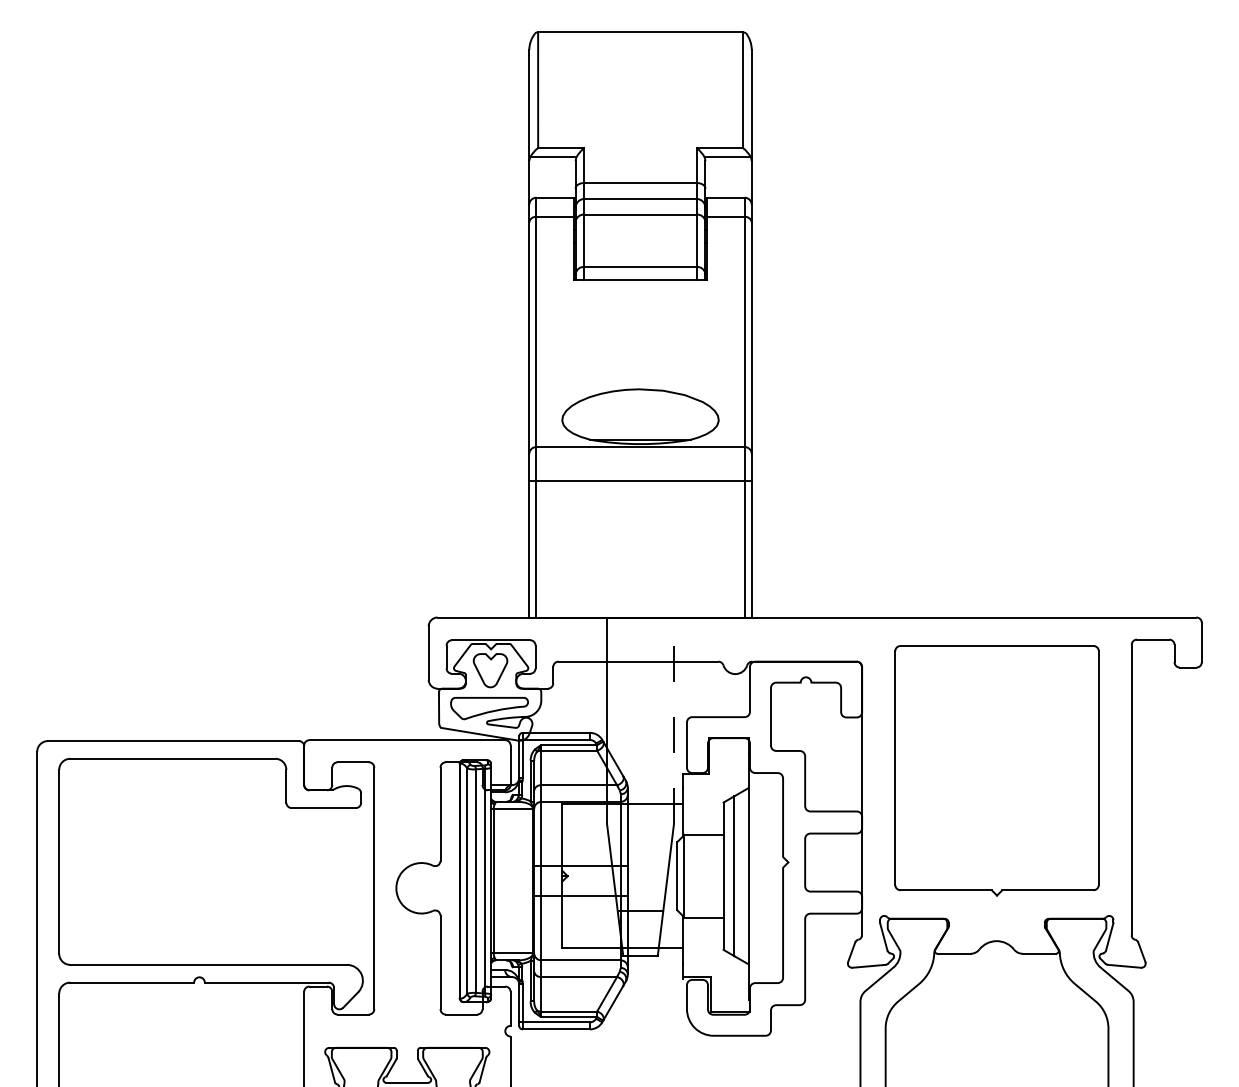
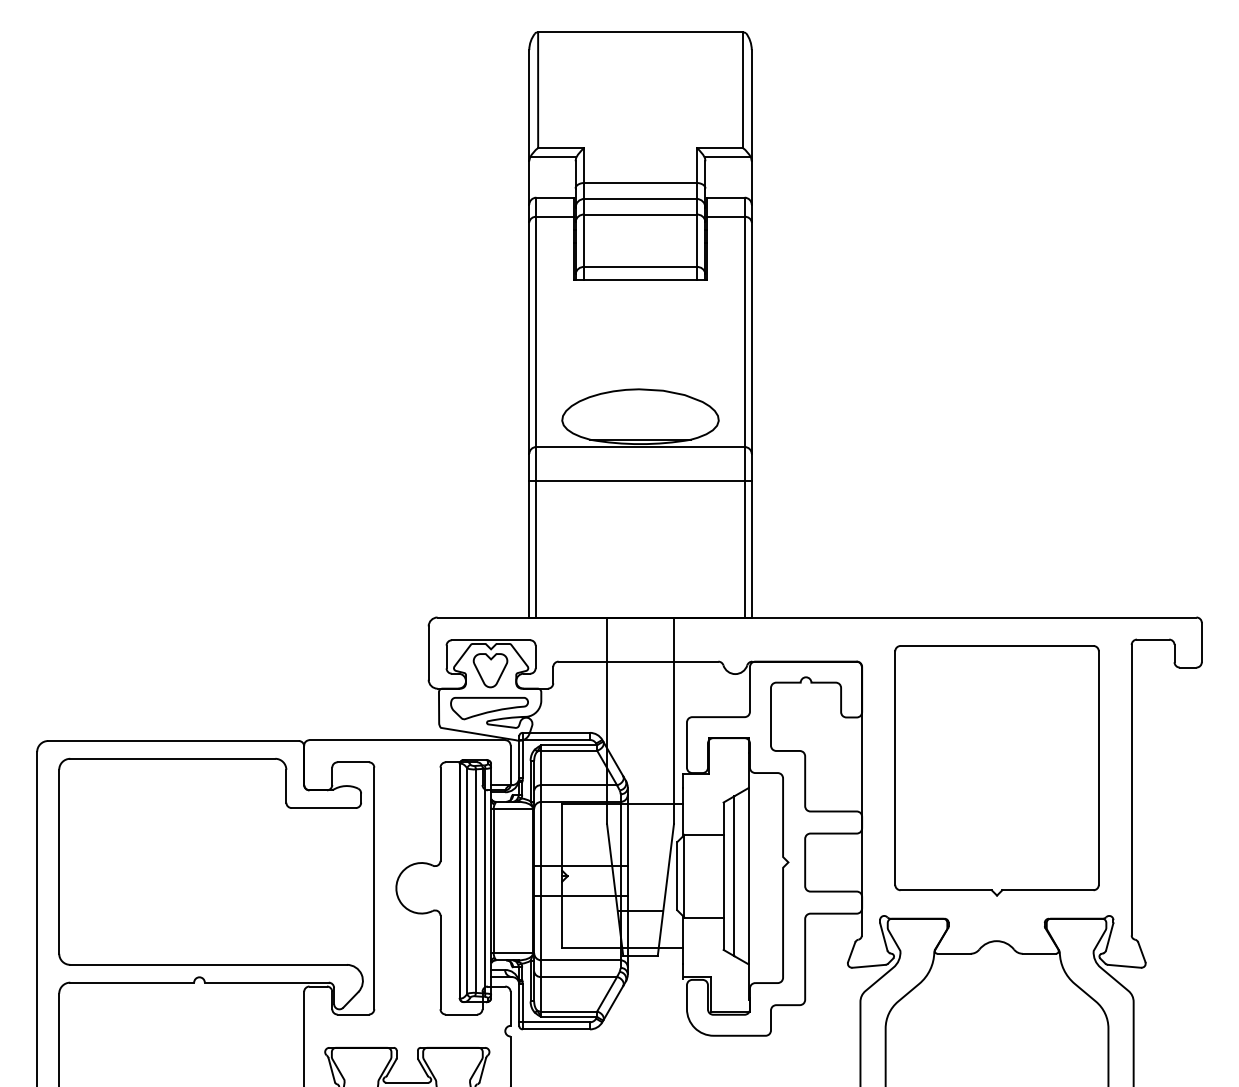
line at (673, 720): dashed -> solid
